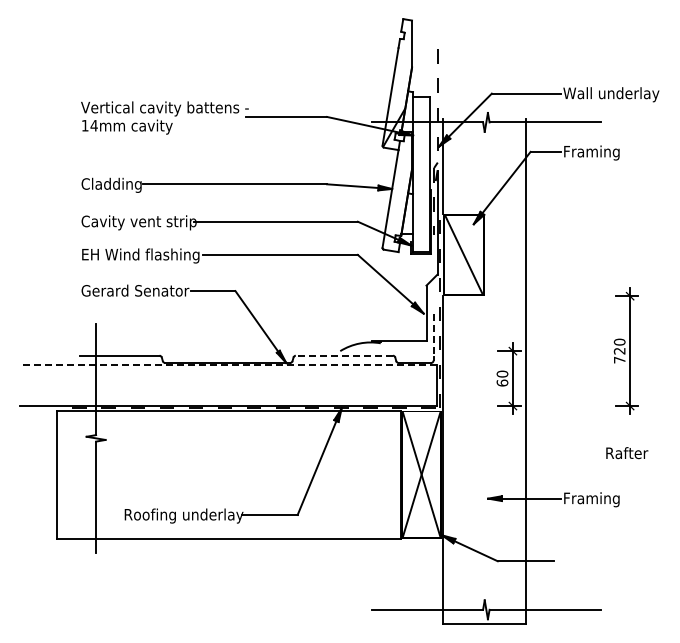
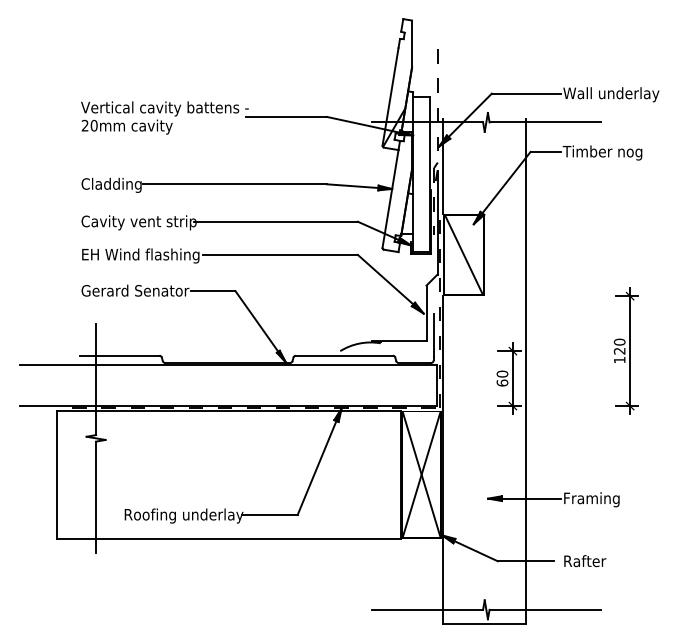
text at (89, 125): 14mm -> 20mm
text at (602, 152): Framing -> Timber nog
line at (433, 335): dashed -> solid
line at (344, 355): dashed -> solid
text at (619, 359): 720 -> 120
line at (228, 364): dashed -> solid
text at (627, 453) position: (627, 453) -> (585, 561)
